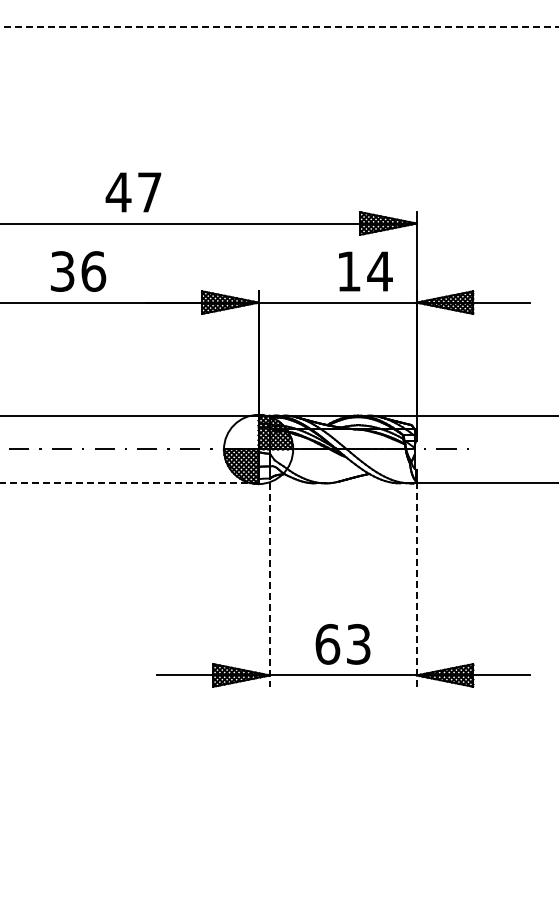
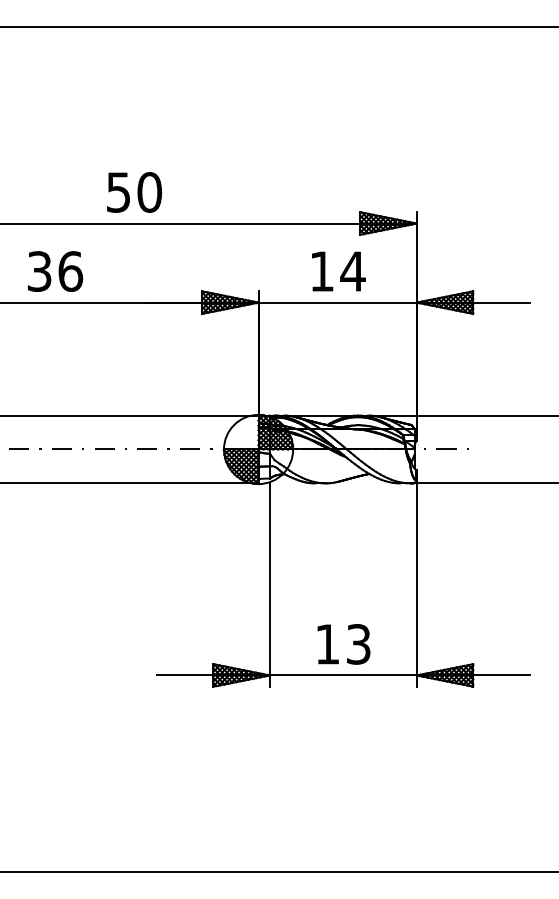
line at (279, 26): dashed -> solid
text at (133, 192): 47 -> 50
text at (78, 271) position: (78, 271) -> (55, 271)
text at (365, 271) position: (365, 271) -> (338, 271)
line at (129, 483): dashed -> solid
line at (269, 585): dashed -> solid
line at (416, 585): dashed -> solid
text at (327, 644): 63 -> 13
line at (278, 872): none -> present
